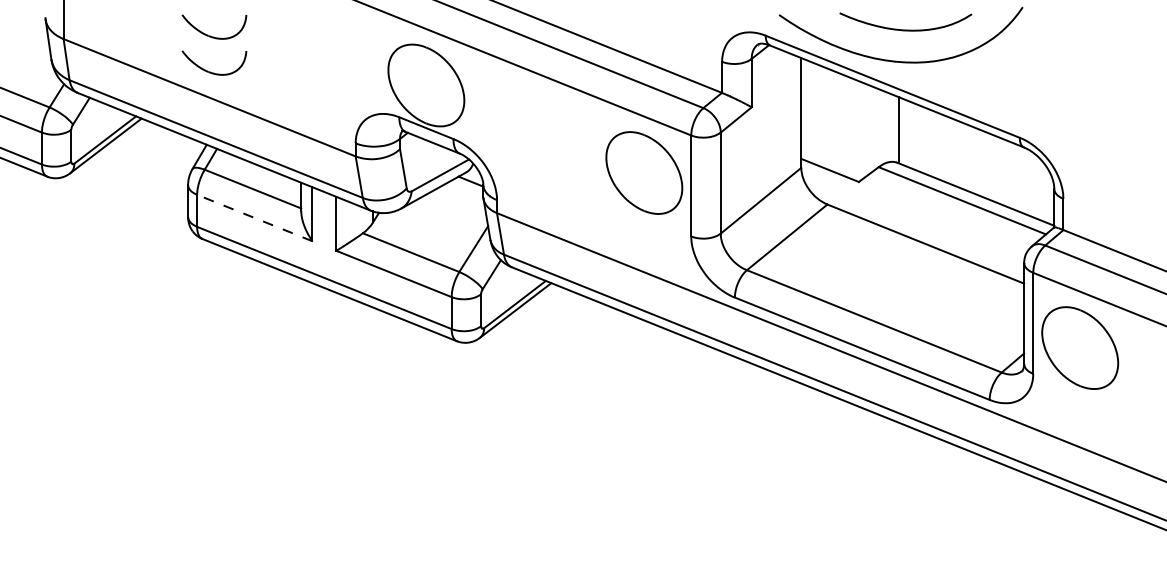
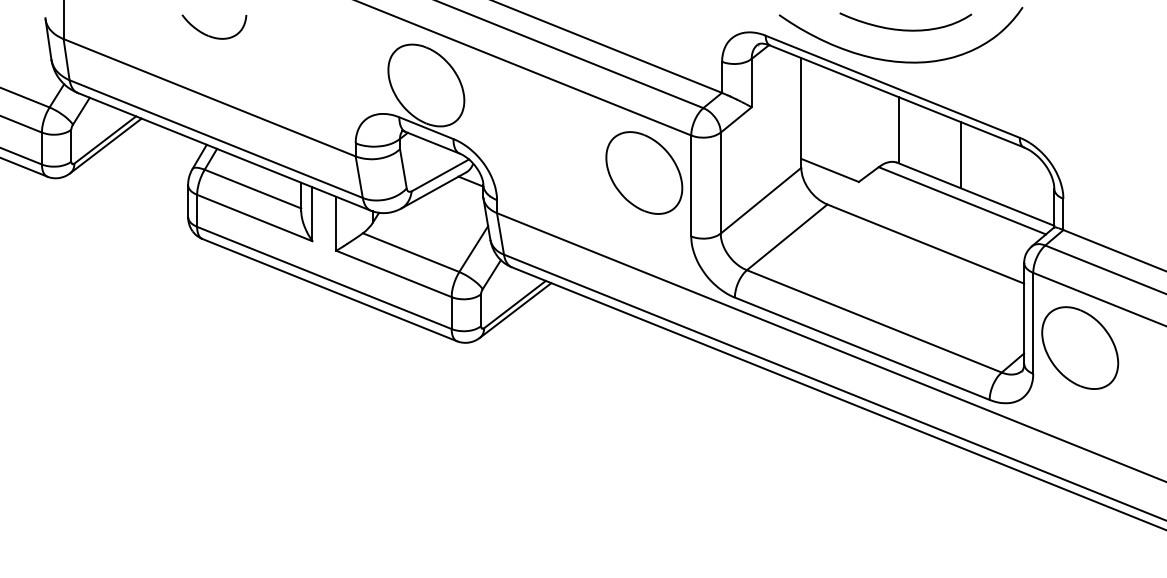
part at (210, 71): present -> none
line at (960, 155): none -> present
line at (254, 217): dashed -> solid
